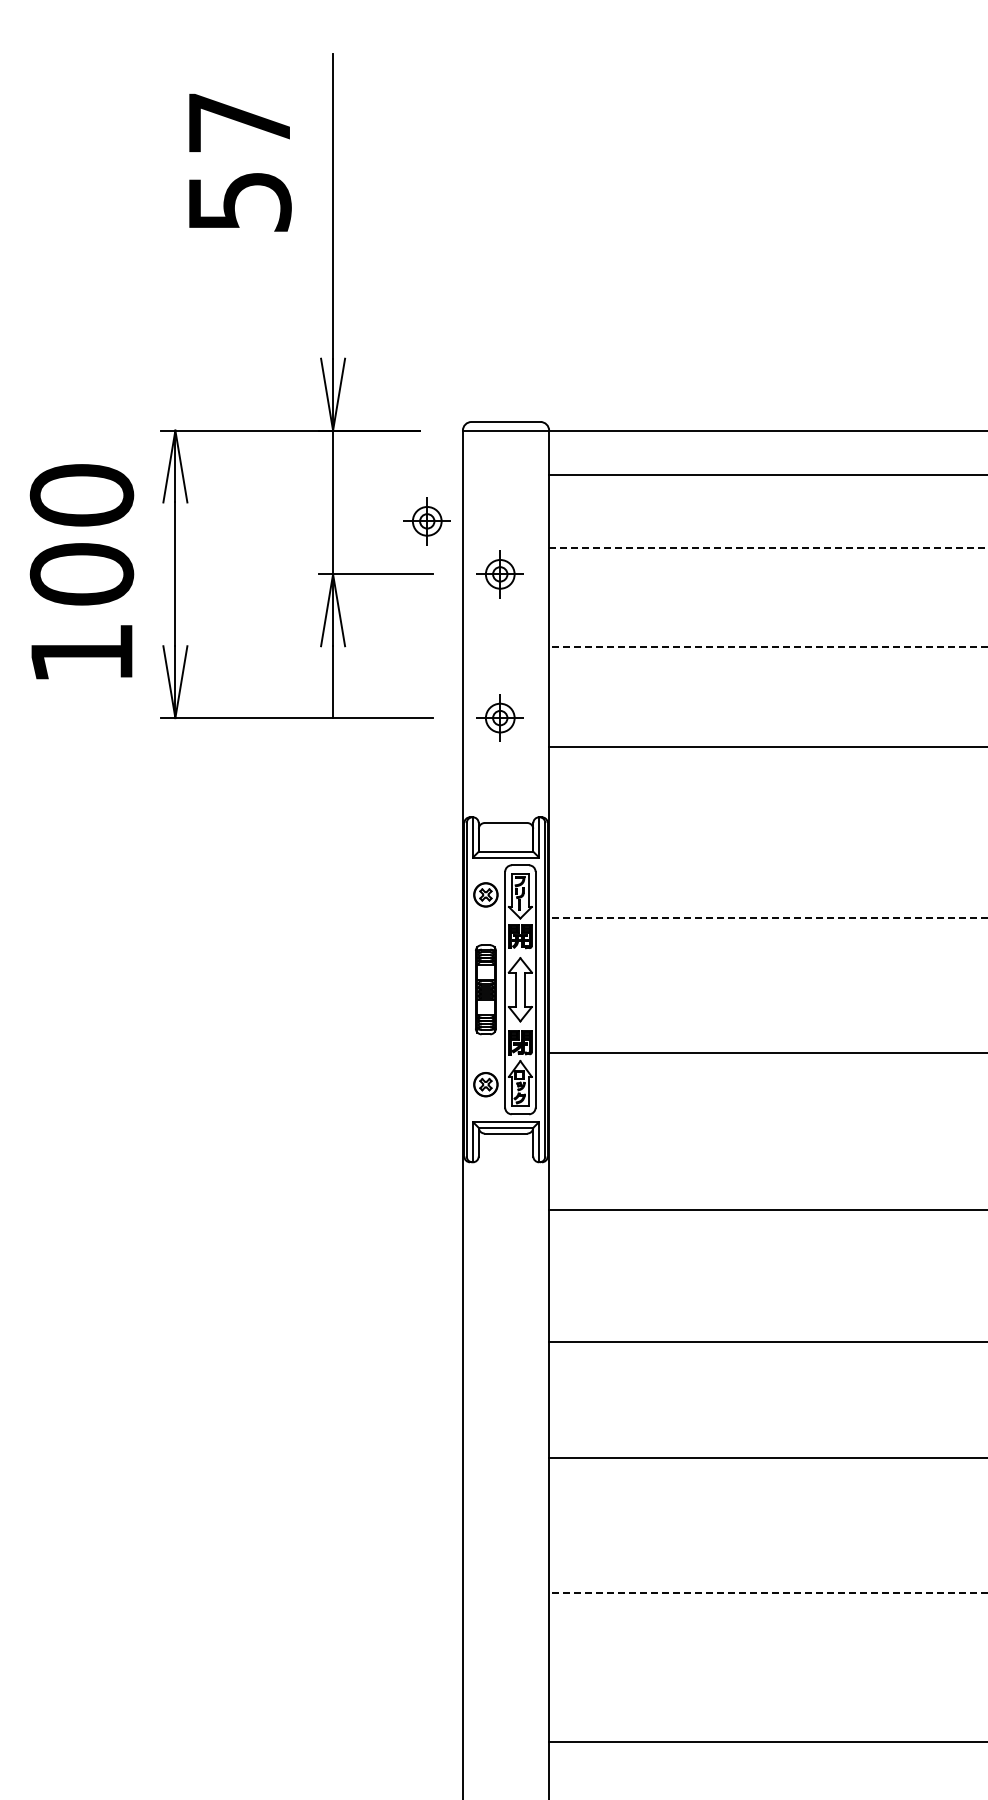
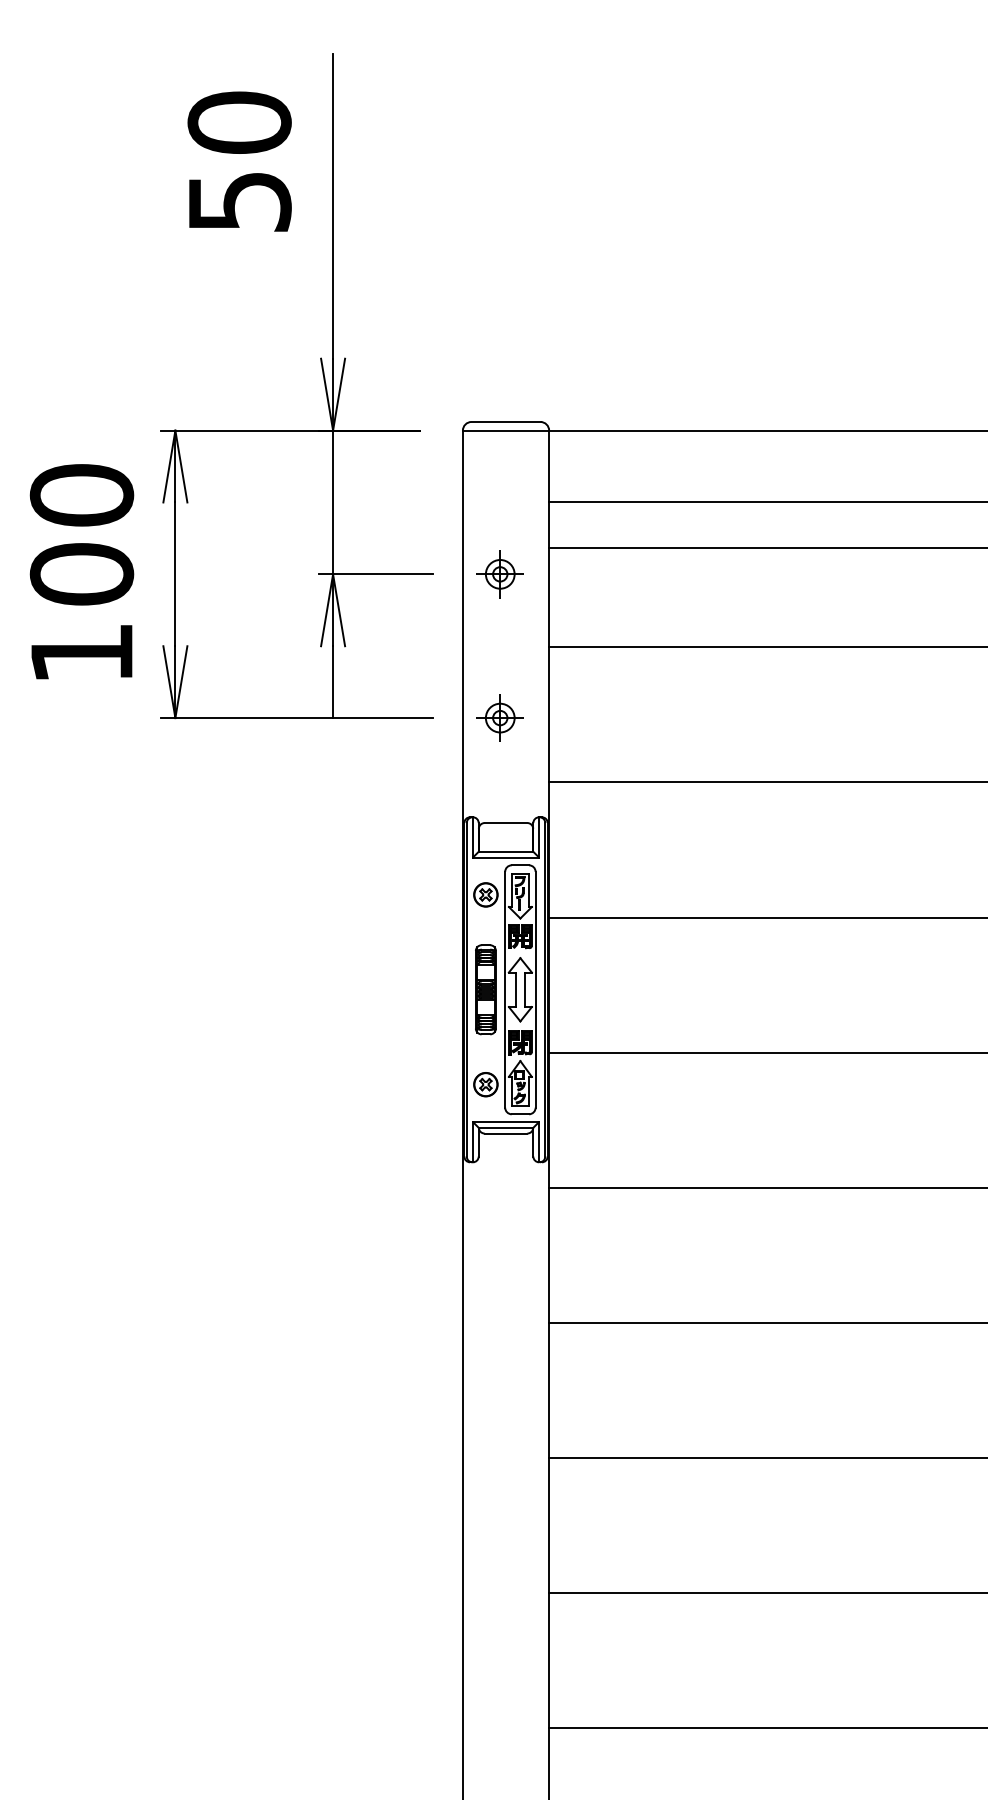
text at (239, 122): 57 -> 50
line at (766, 475) position: (766, 475) -> (766, 502)
part at (426, 521): present -> none
line at (769, 548): dashed -> solid
line at (768, 647): dashed -> solid
line at (766, 747) position: (766, 747) -> (766, 782)
line at (768, 917): dashed -> solid
line at (766, 1209) position: (766, 1209) -> (766, 1187)
line at (766, 1341) position: (766, 1341) -> (766, 1322)
line at (768, 1593): dashed -> solid
line at (766, 1742) position: (766, 1742) -> (766, 1728)
